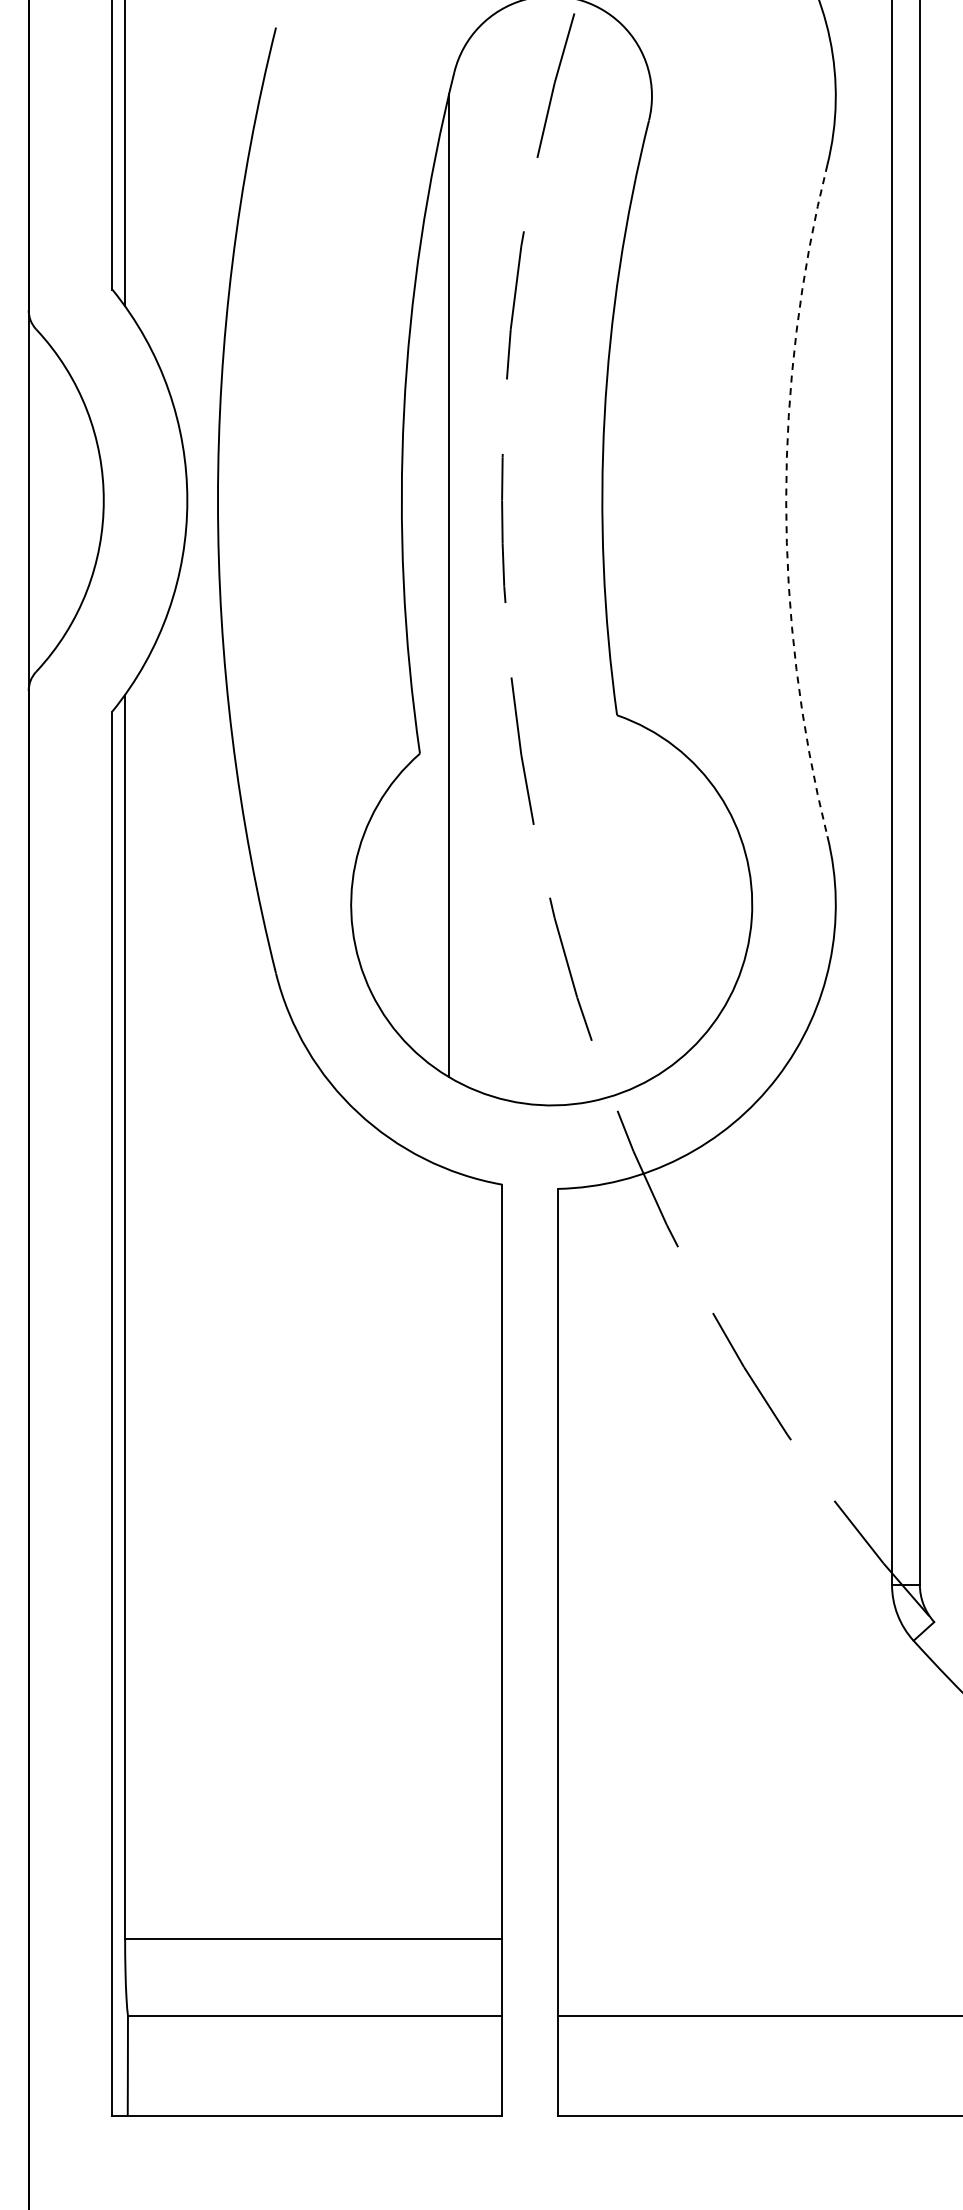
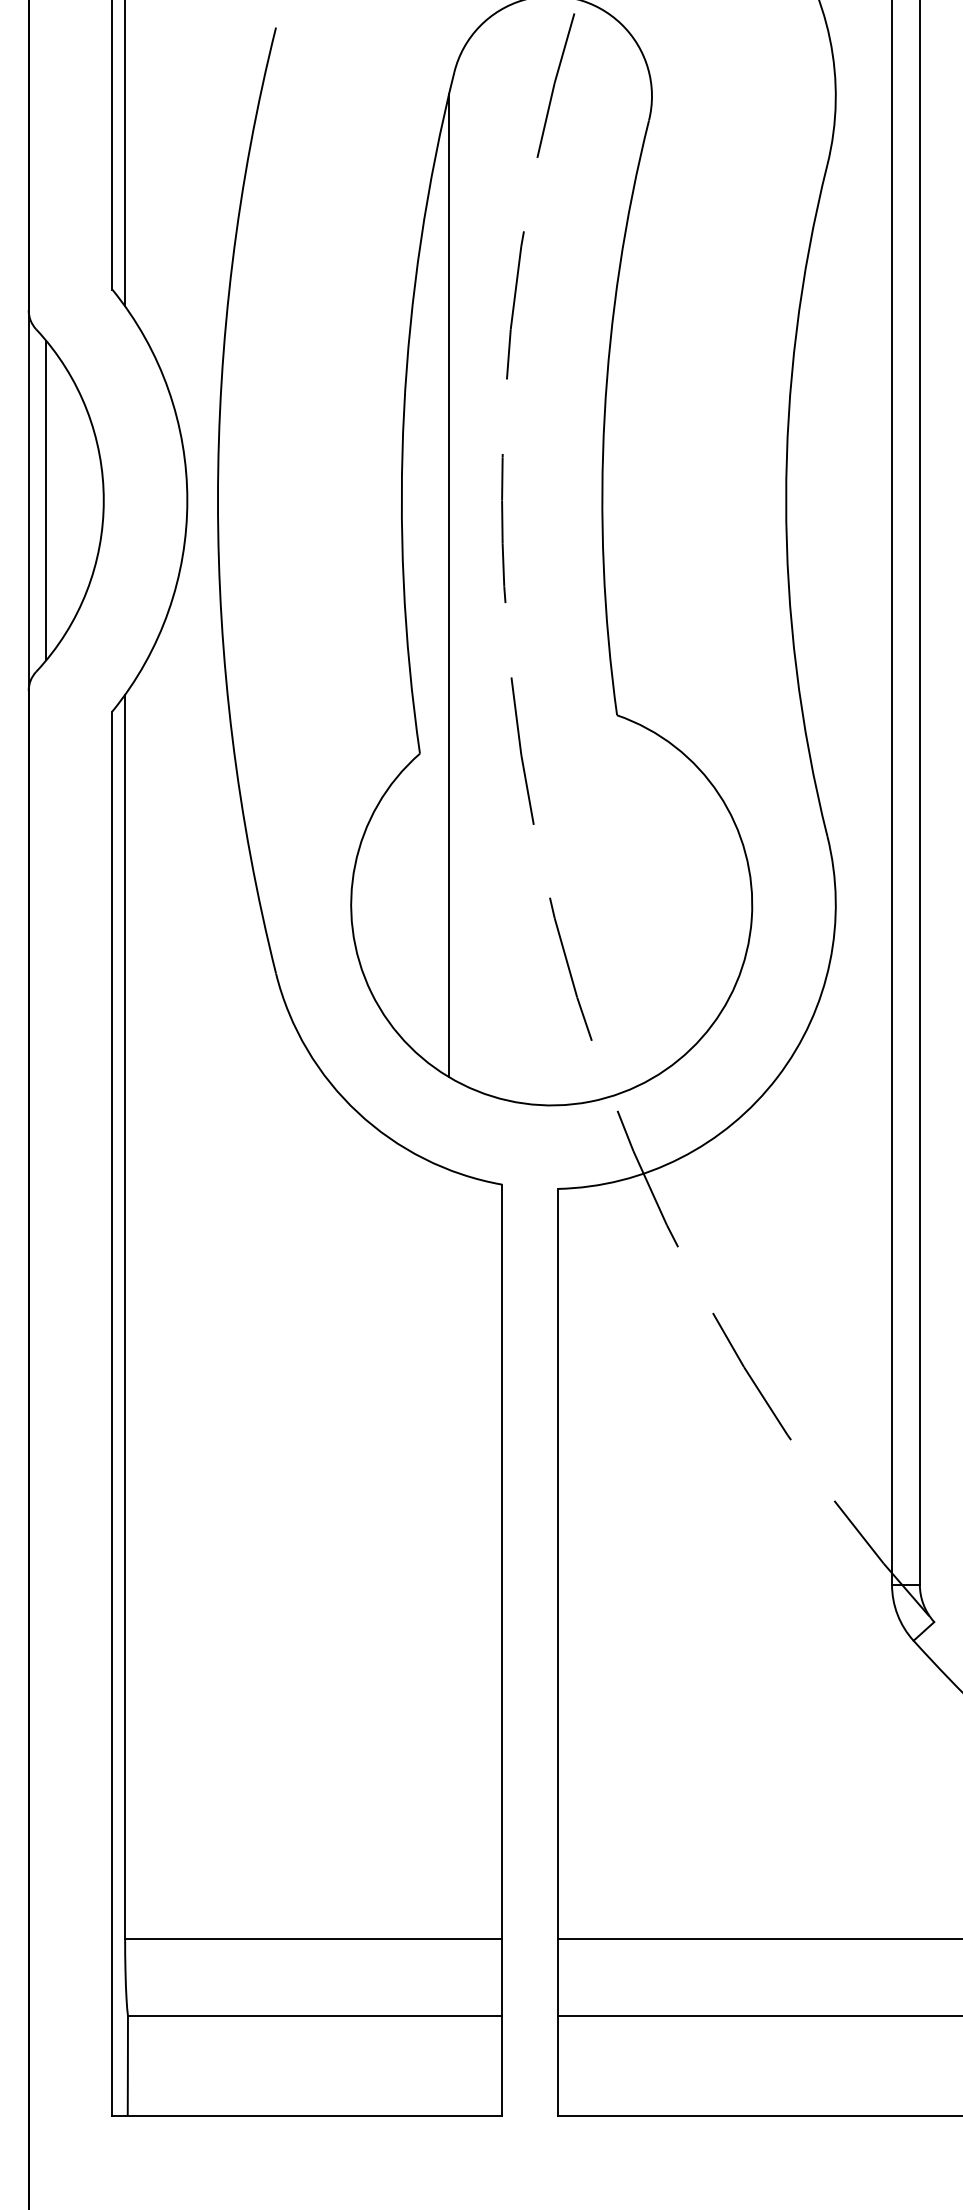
line at (46, 500): none -> present
arc at (786, 500): dashed -> solid
line at (758, 1938): none -> present
